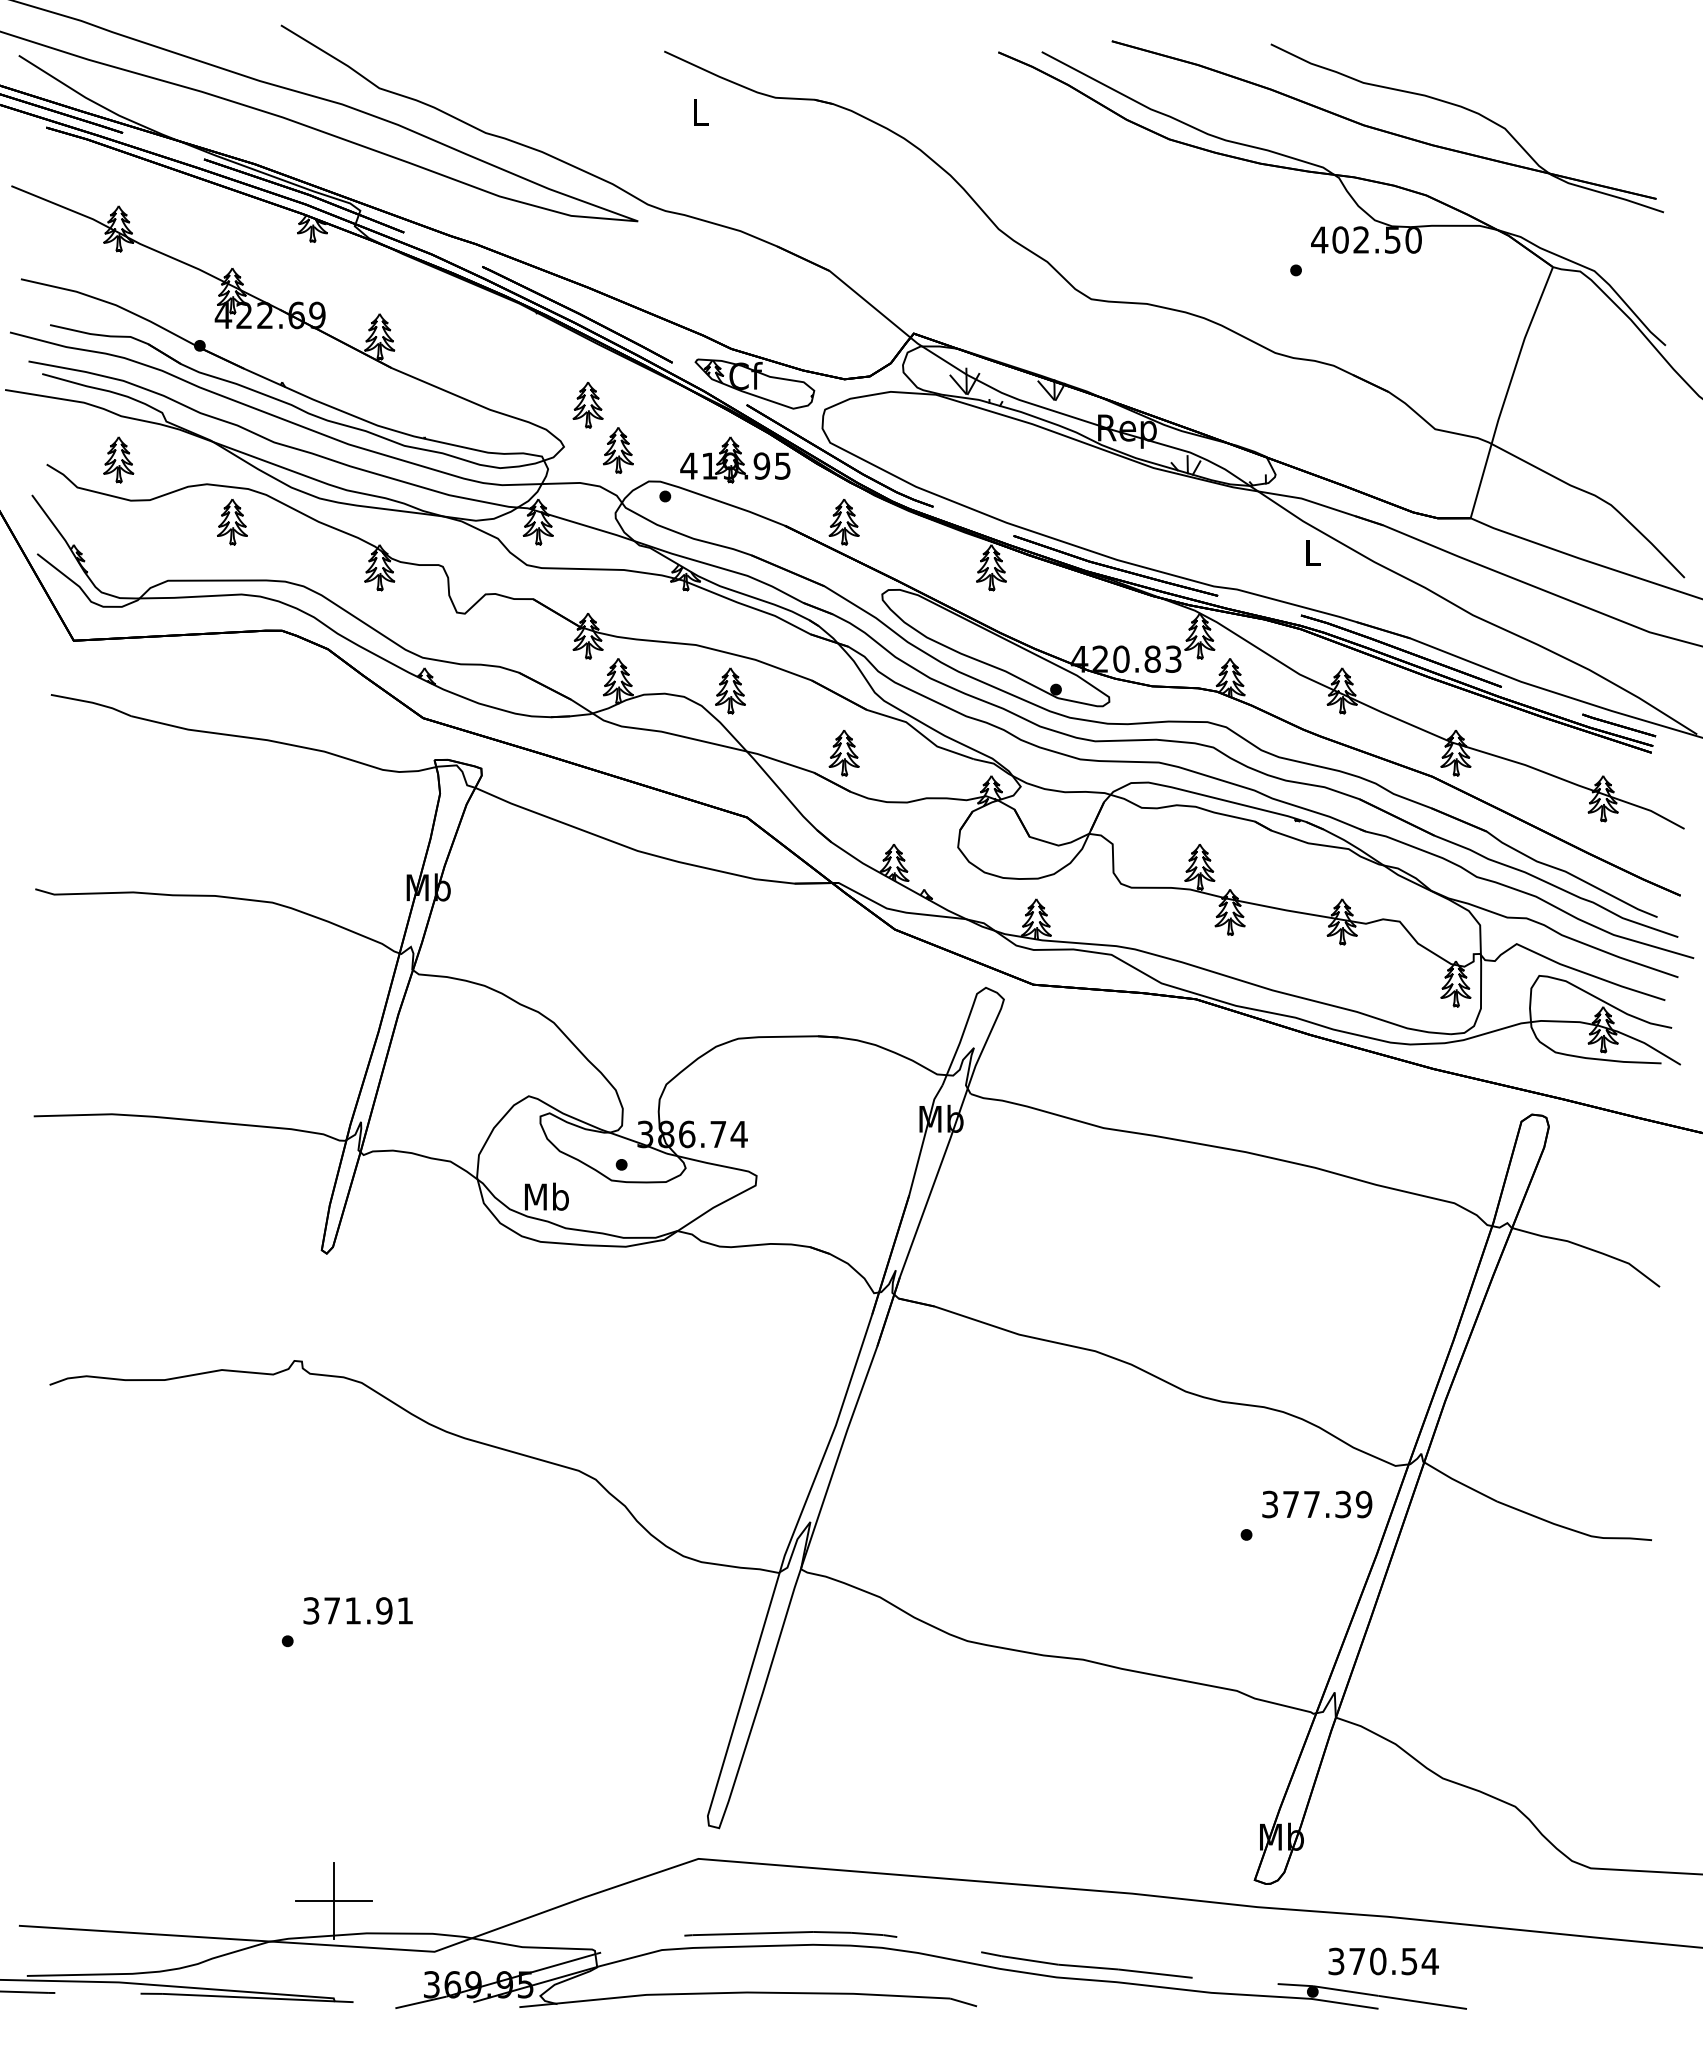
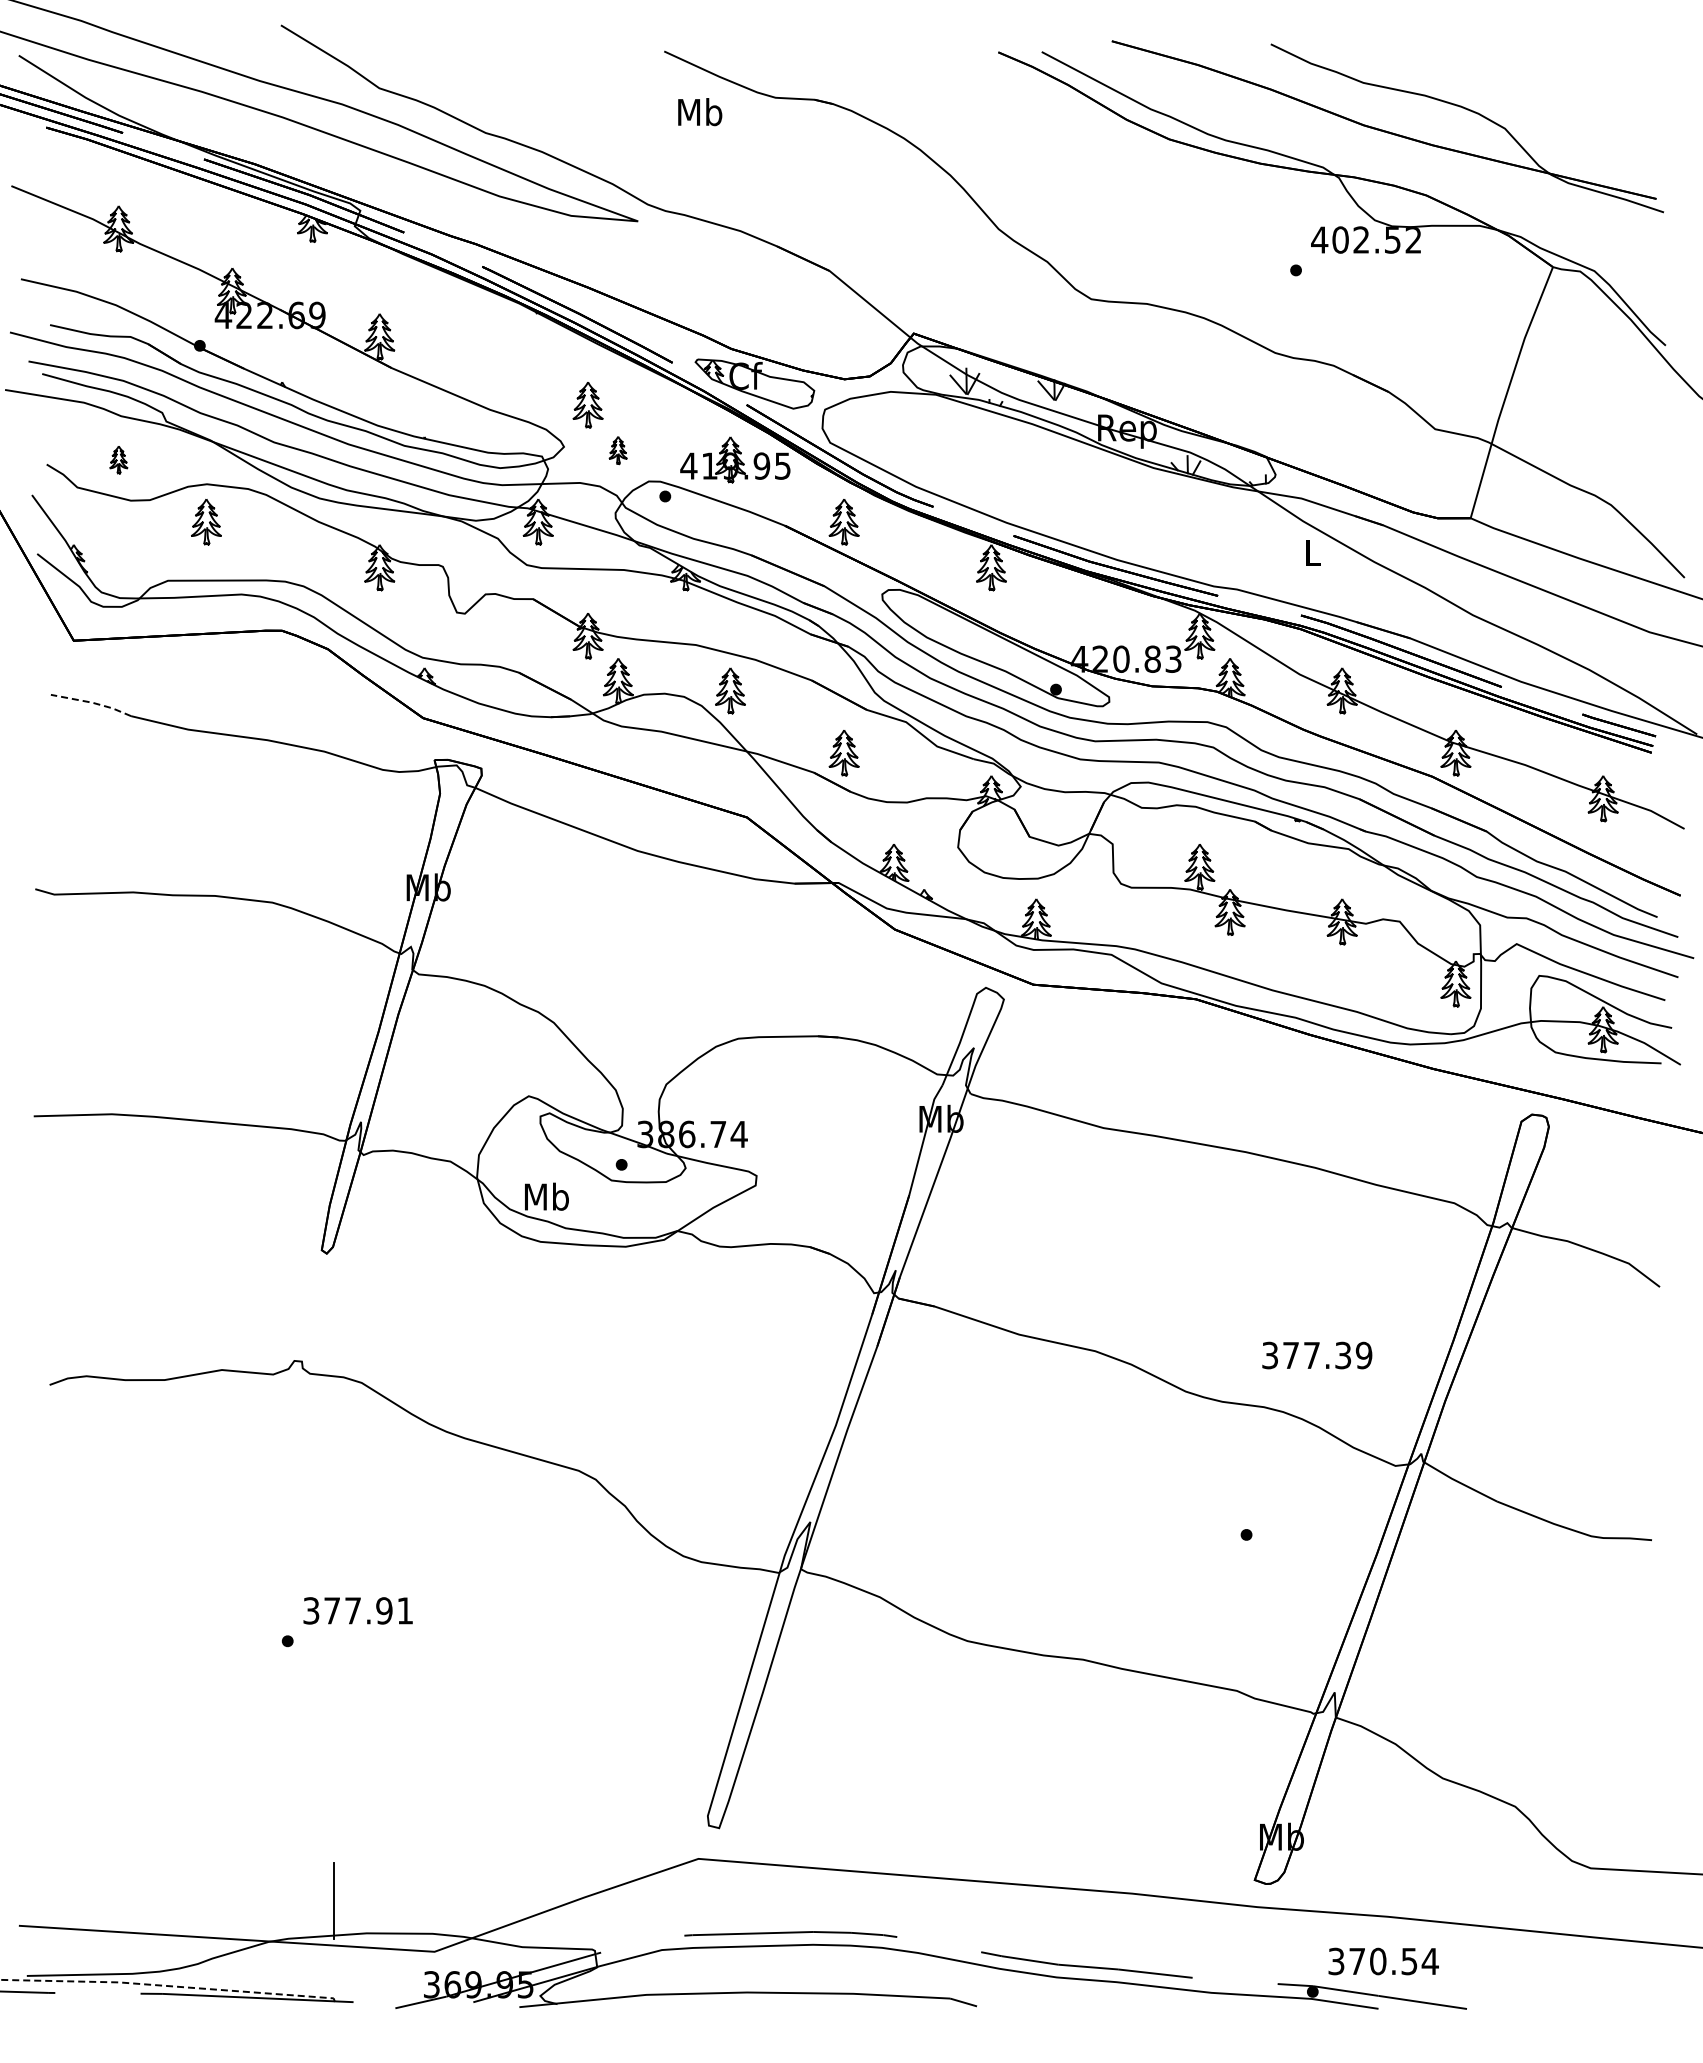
text at (700, 112): L -> Mb
text at (1413, 240): 402.50 -> 402.52
part at (617, 450) size: 32x47 px -> 20x30 px
part at (118, 459) size: 32x48 px -> 20x29 px
part at (232, 522) position: (232, 522) -> (206, 522)
line at (92, 702): solid -> dashed
text at (1317, 1504) position: (1317, 1504) -> (1317, 1355)
text at (352, 1610): 371.91 -> 377.91
line at (334, 1900): present -> none
line at (168, 1986): solid -> dashed
